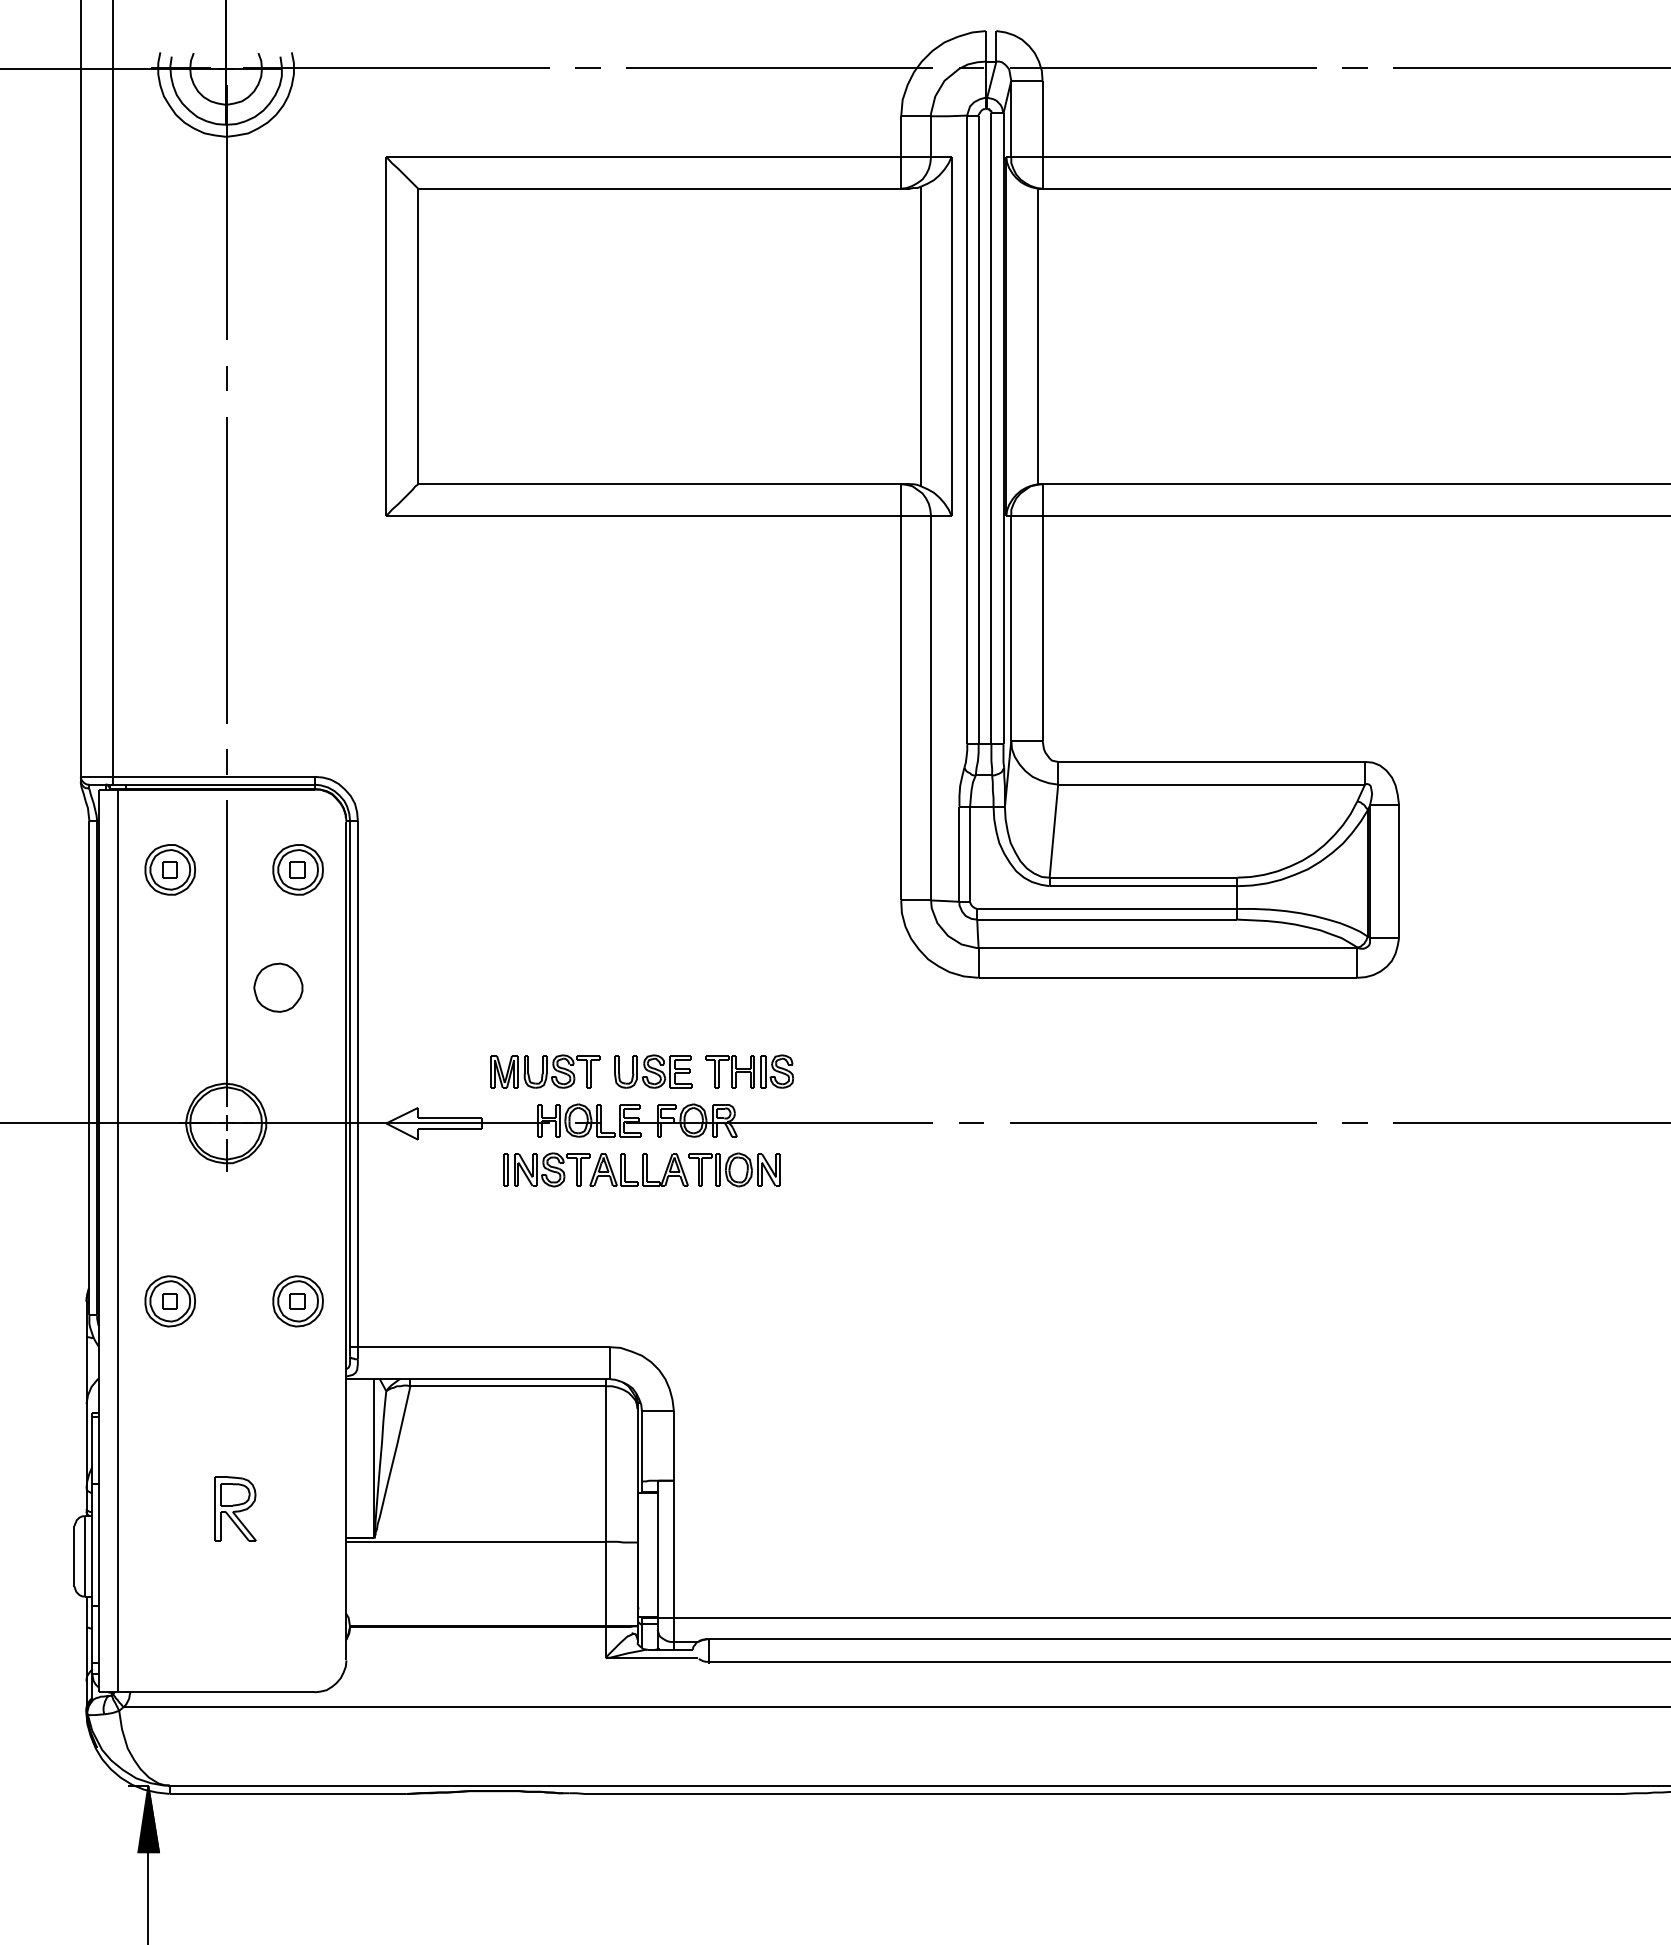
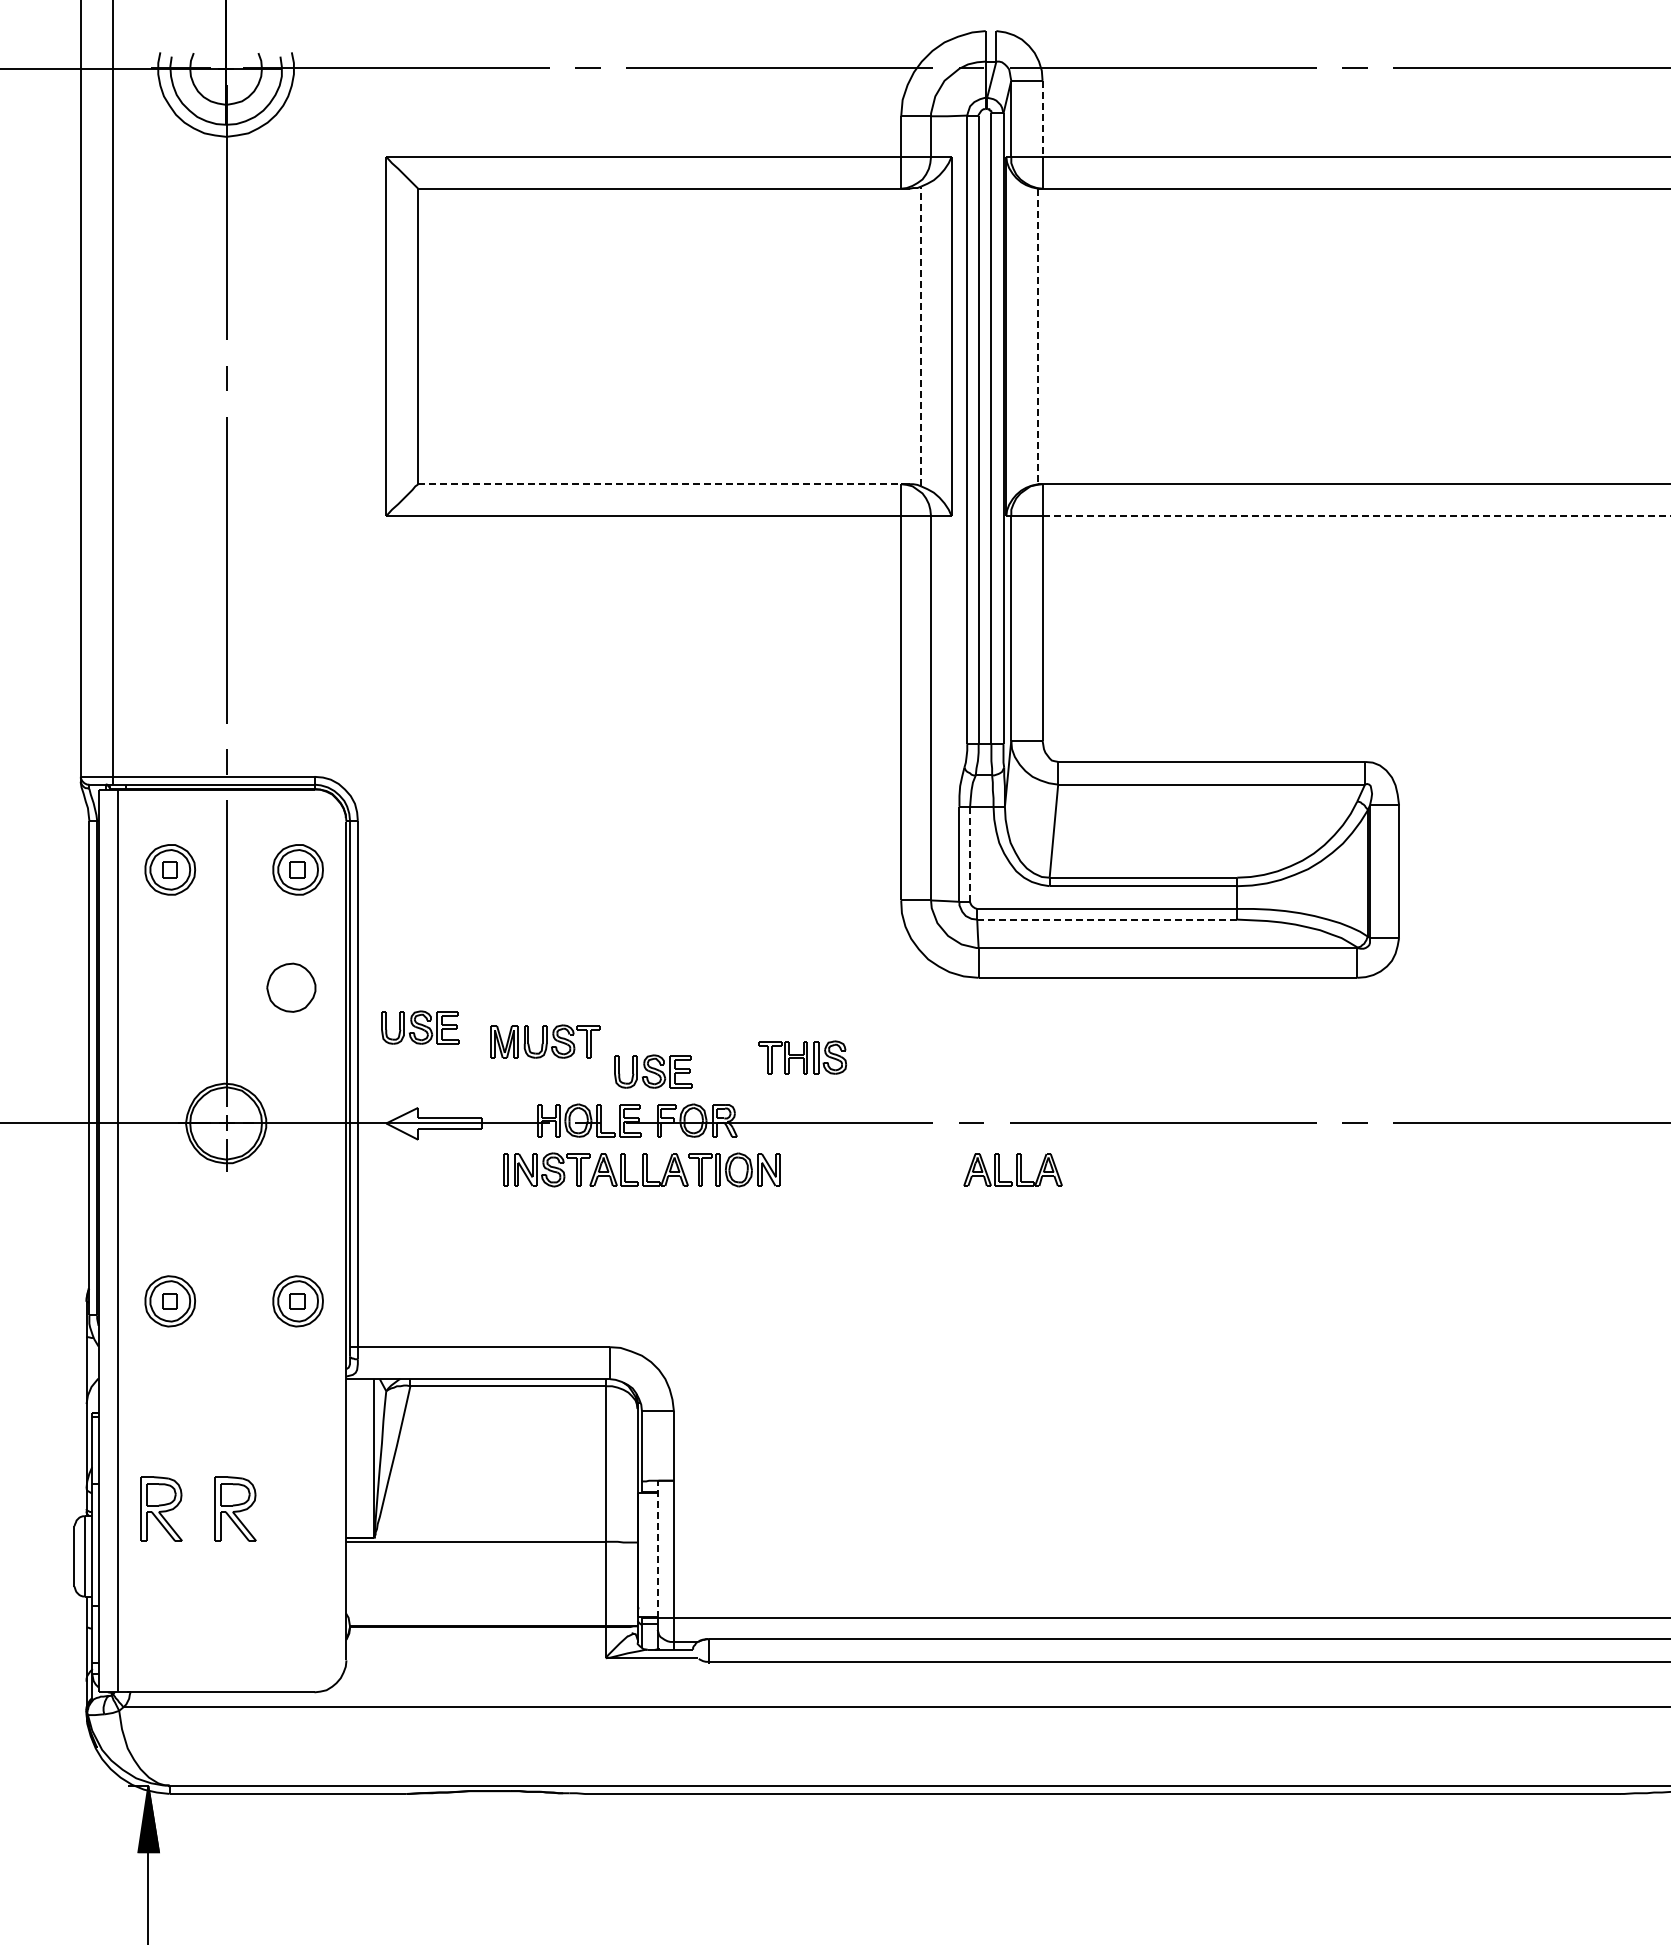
line at (1042, 119): solid -> dashed
line at (921, 336): solid -> dashed
line at (1038, 336): solid -> dashed
line at (660, 484): solid -> dashed
line at (1356, 516): solid -> dashed
line at (970, 854): solid -> dashed
line at (1107, 919): solid -> dashed
part at (278, 987) position: (278, 987) -> (291, 987)
part at (420, 1027): none -> present
part at (545, 1071) position: (545, 1071) -> (545, 1041)
part at (749, 1071) position: (749, 1071) -> (802, 1057)
part at (1012, 1169): none -> present
part at (161, 1508): none -> present
line at (657, 1549): solid -> dashed
